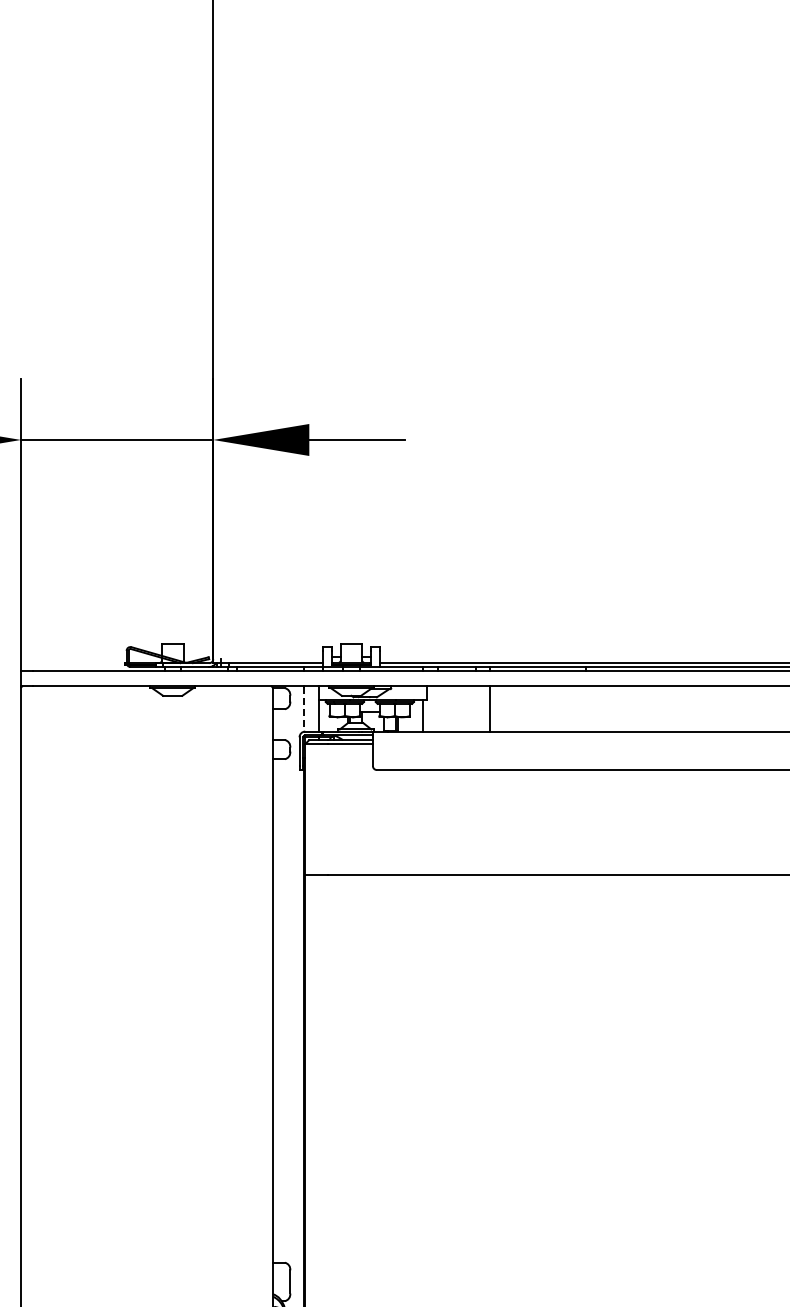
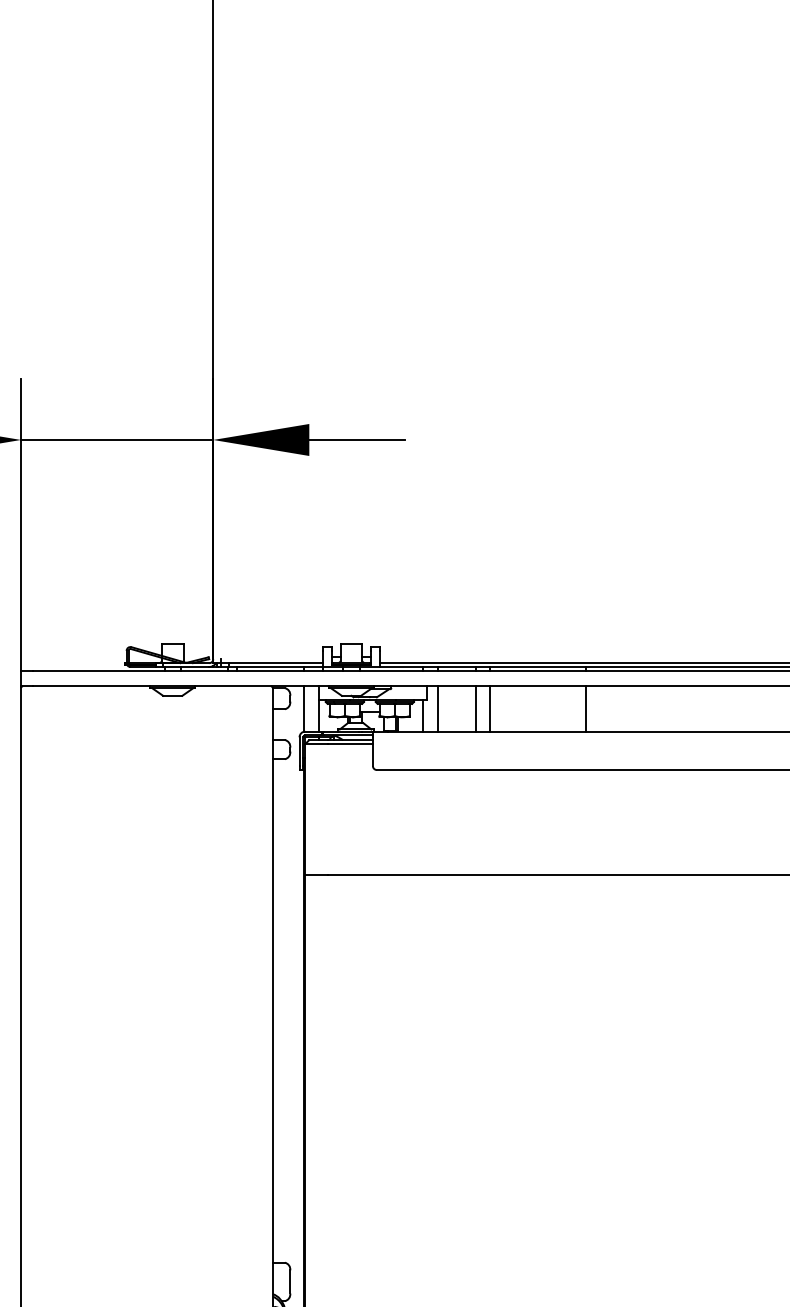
line at (438, 708): none -> present
line at (475, 708): none -> present
line at (586, 708): none -> present
line at (303, 709): dashed -> solid
